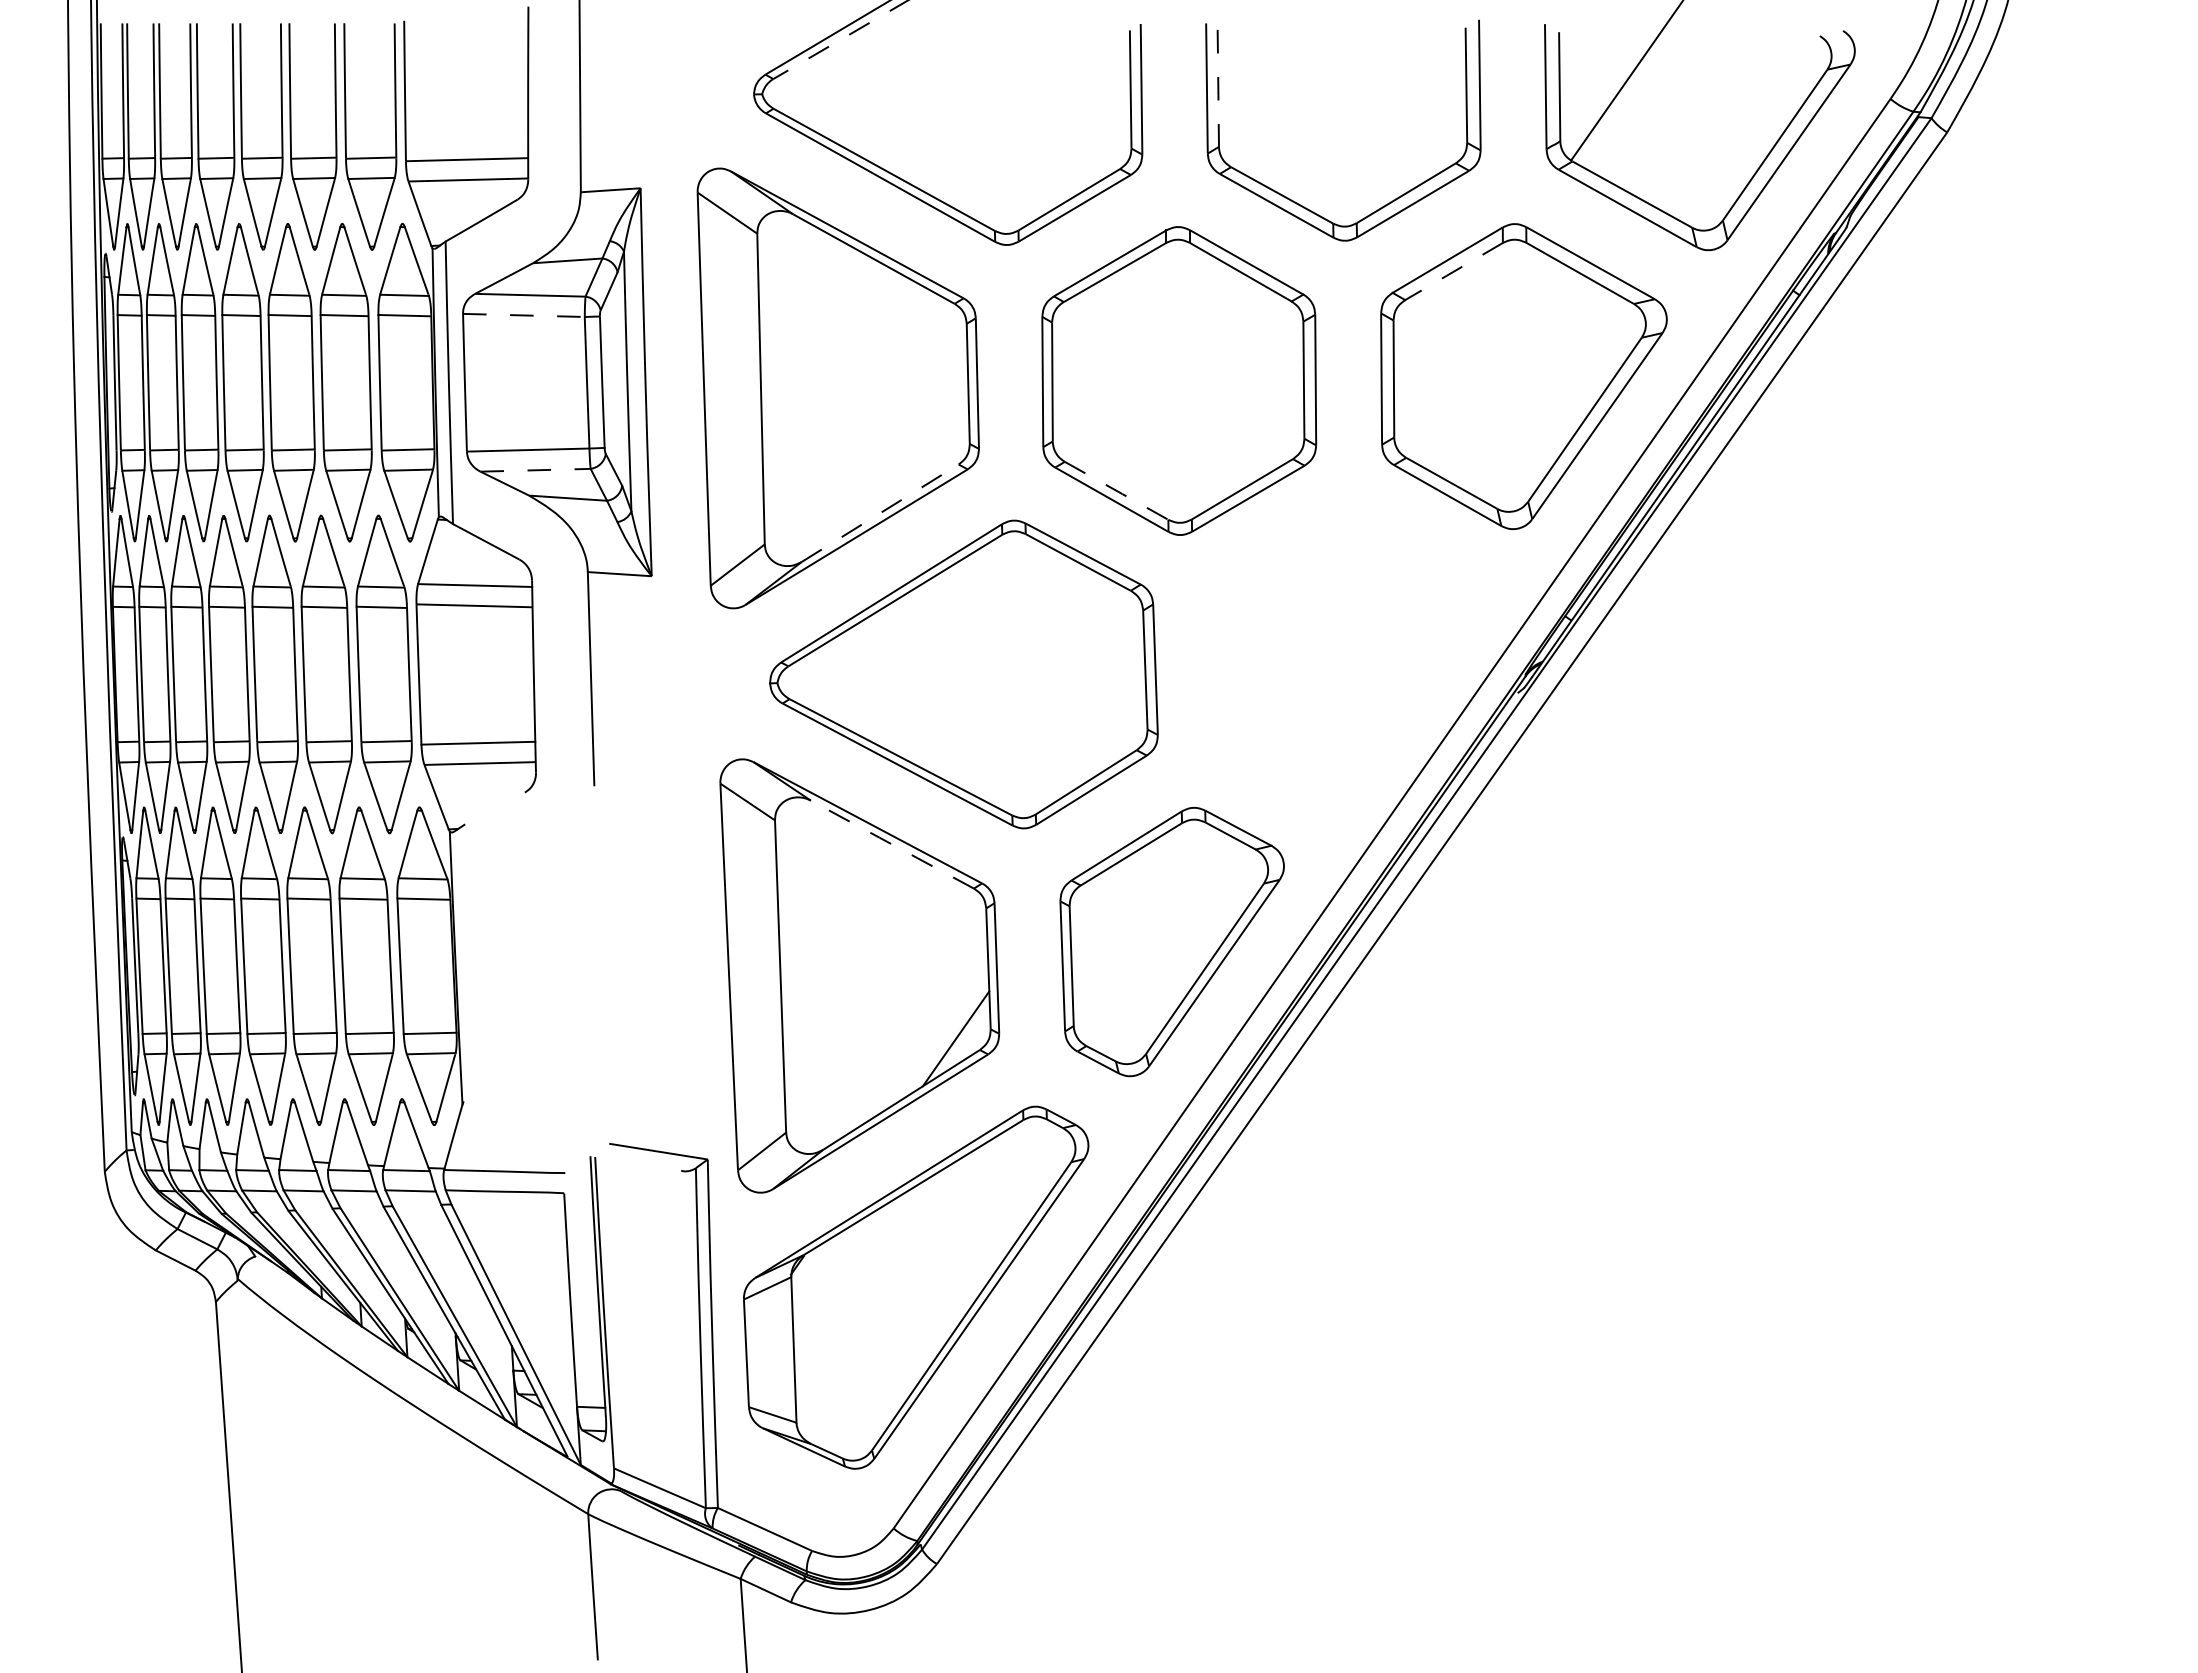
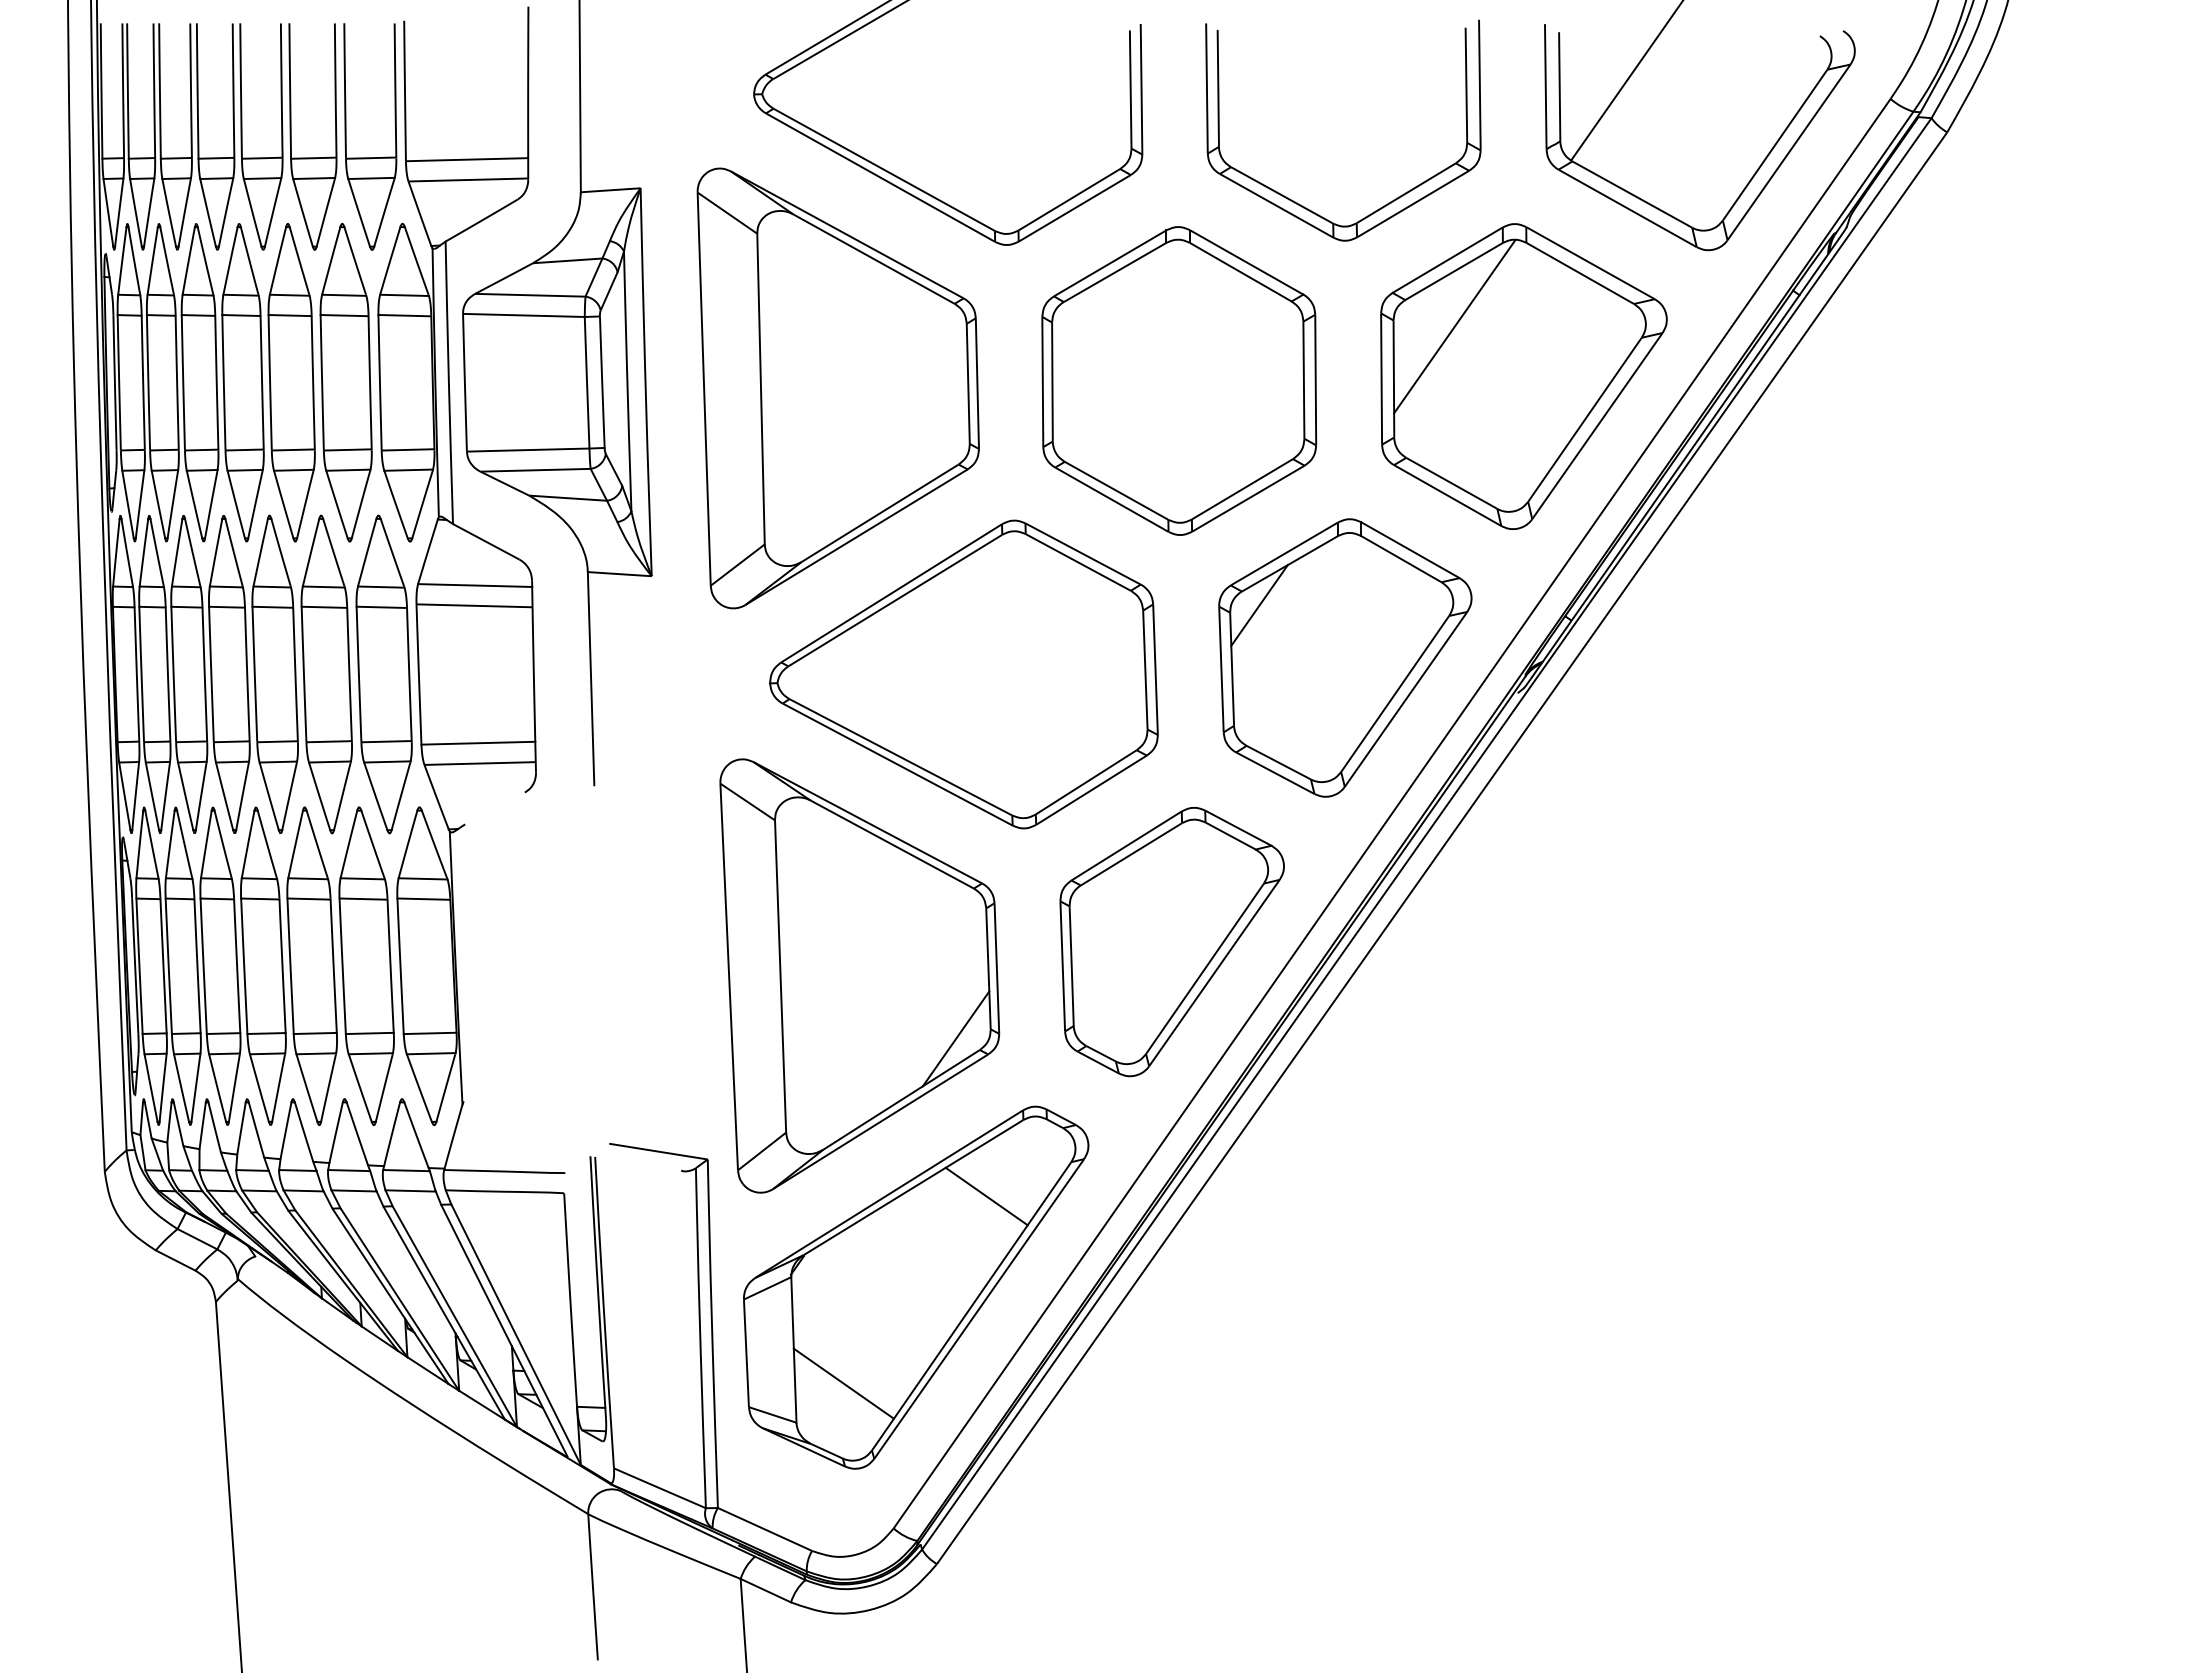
line at (841, 39): dashed -> solid
line at (1218, 88): dashed -> solid
line at (1453, 271): dashed -> solid
line at (524, 315): dashed -> solid
line at (1454, 326): none -> present
line at (536, 470): dashed -> solid
line at (1116, 490): dashed -> solid
line at (880, 513): dashed -> solid
part at (1345, 657): none -> present
line at (891, 844): dashed -> solid
line at (986, 1196): none -> present
line at (843, 1383): none -> present
